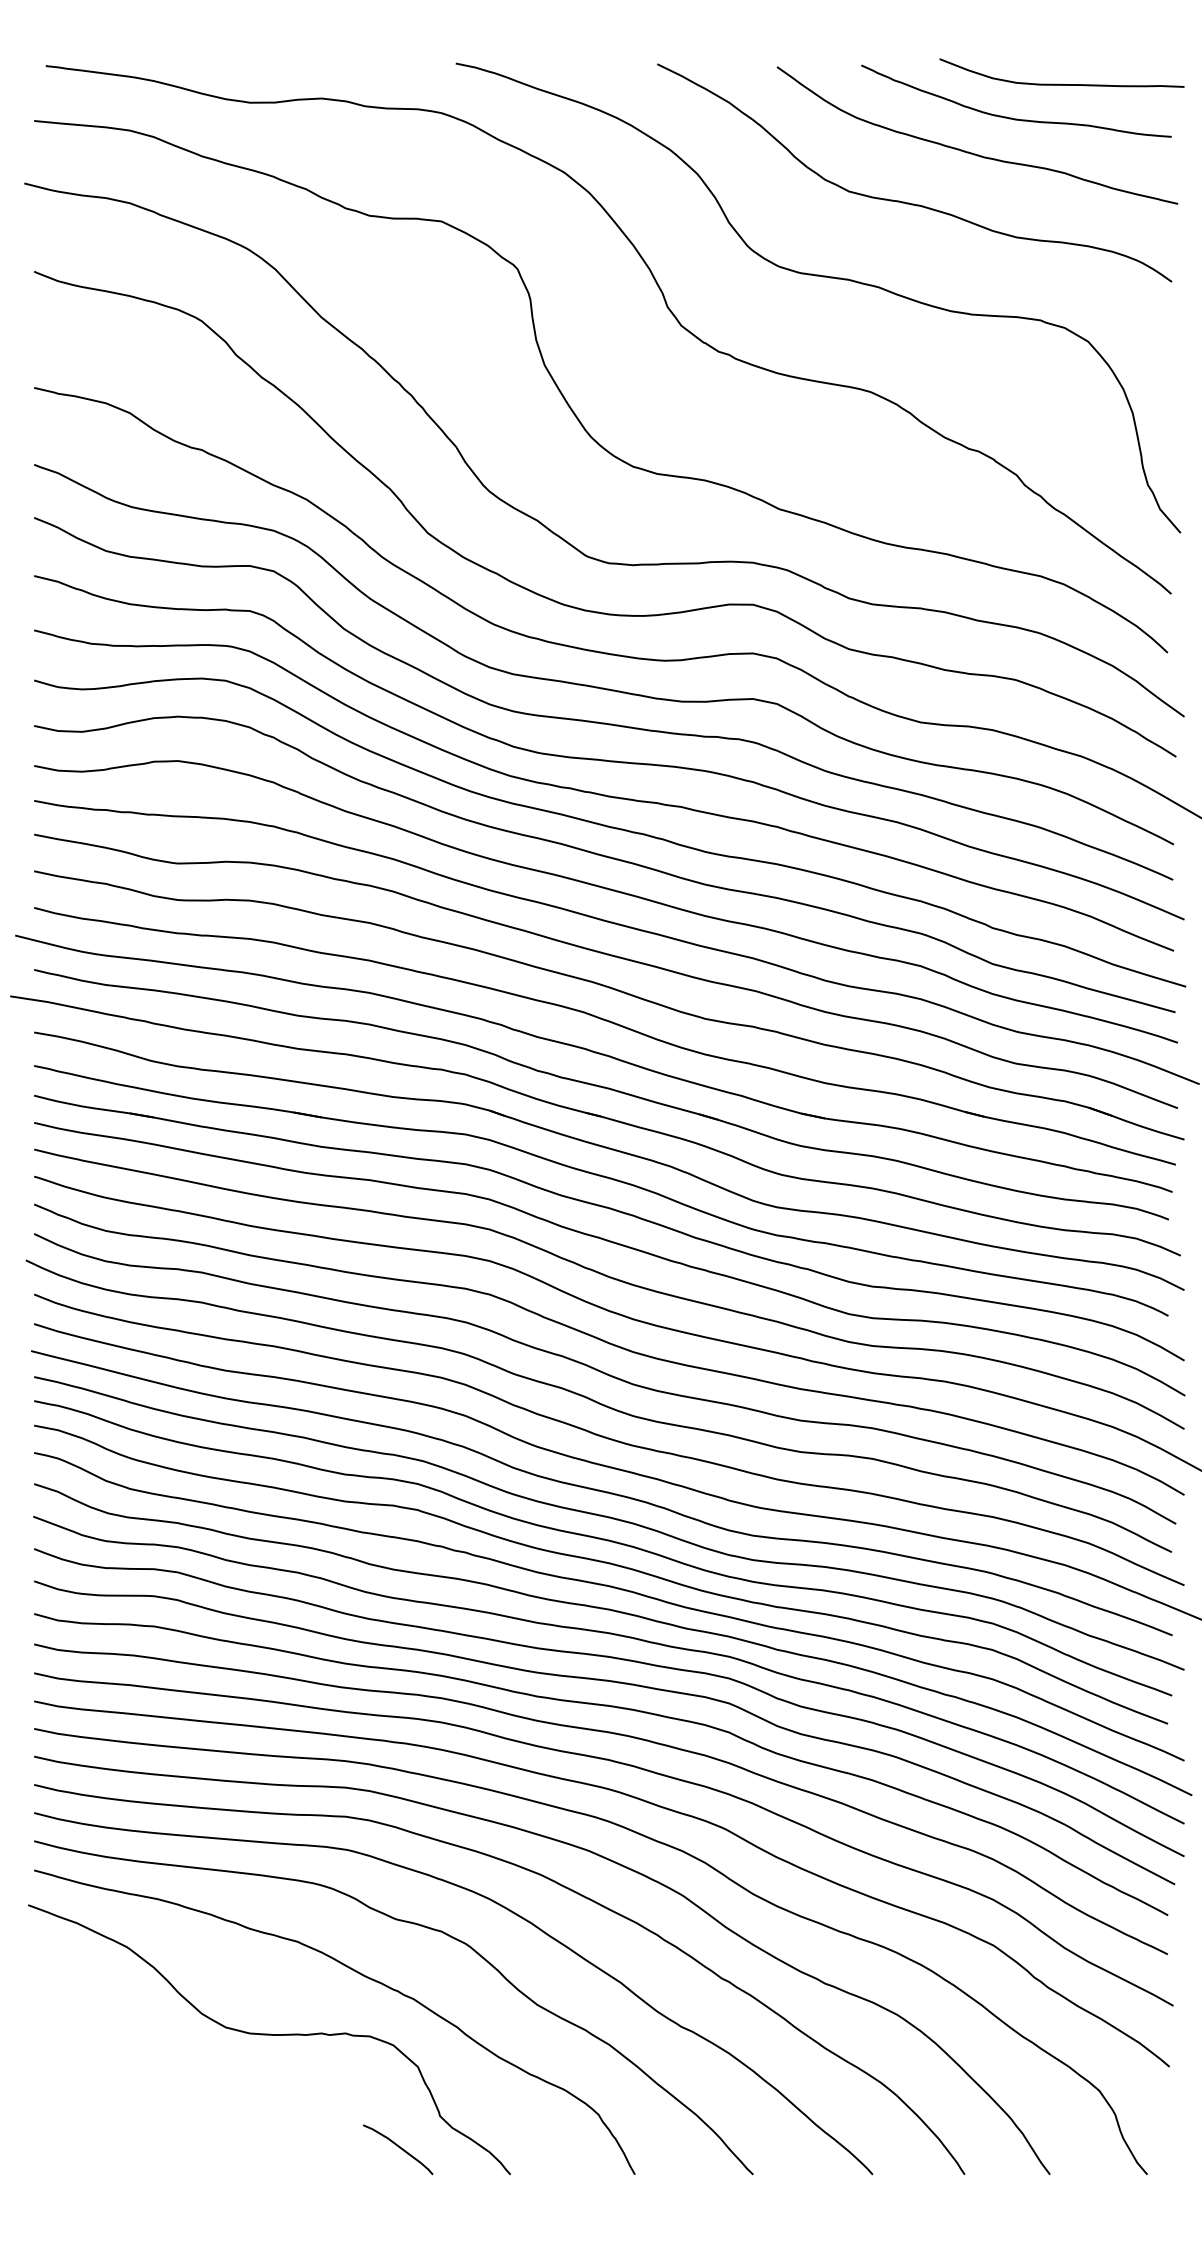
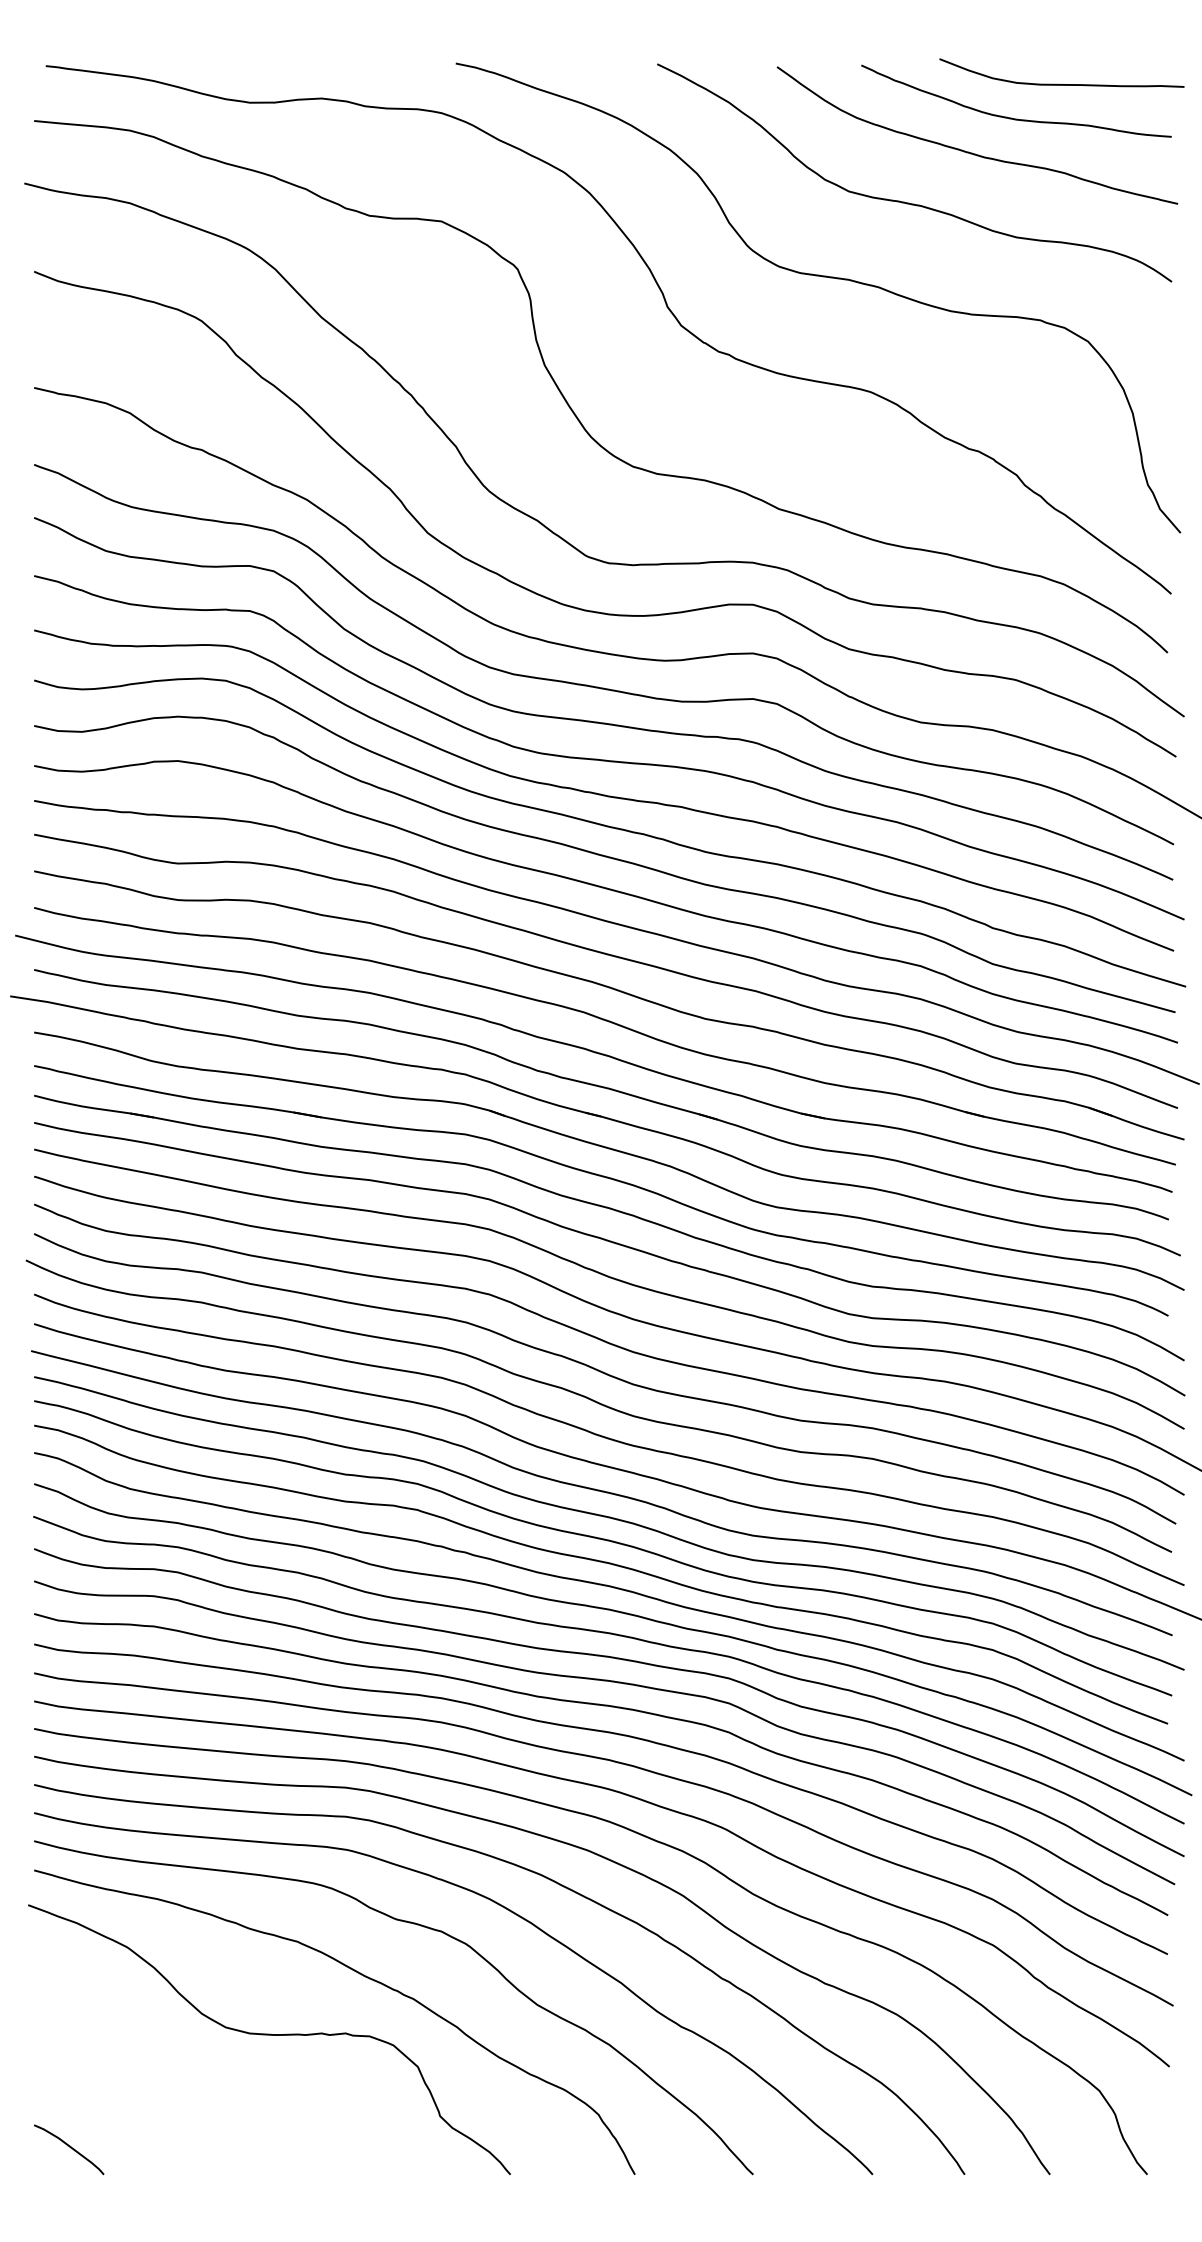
curve at (399, 2148) position: (399, 2148) -> (70, 2148)
